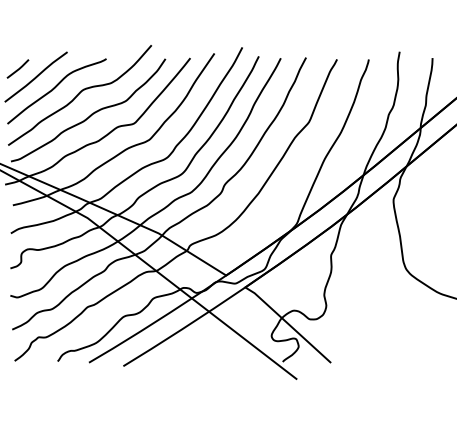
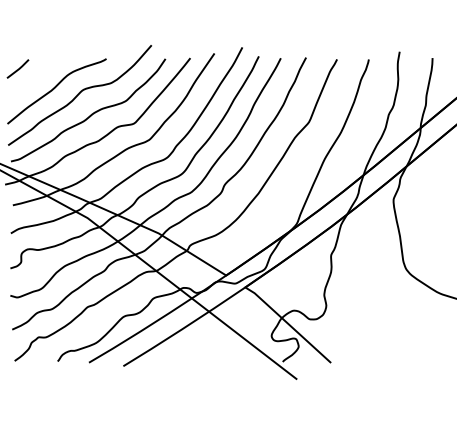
curve at (35, 76): present -> none
